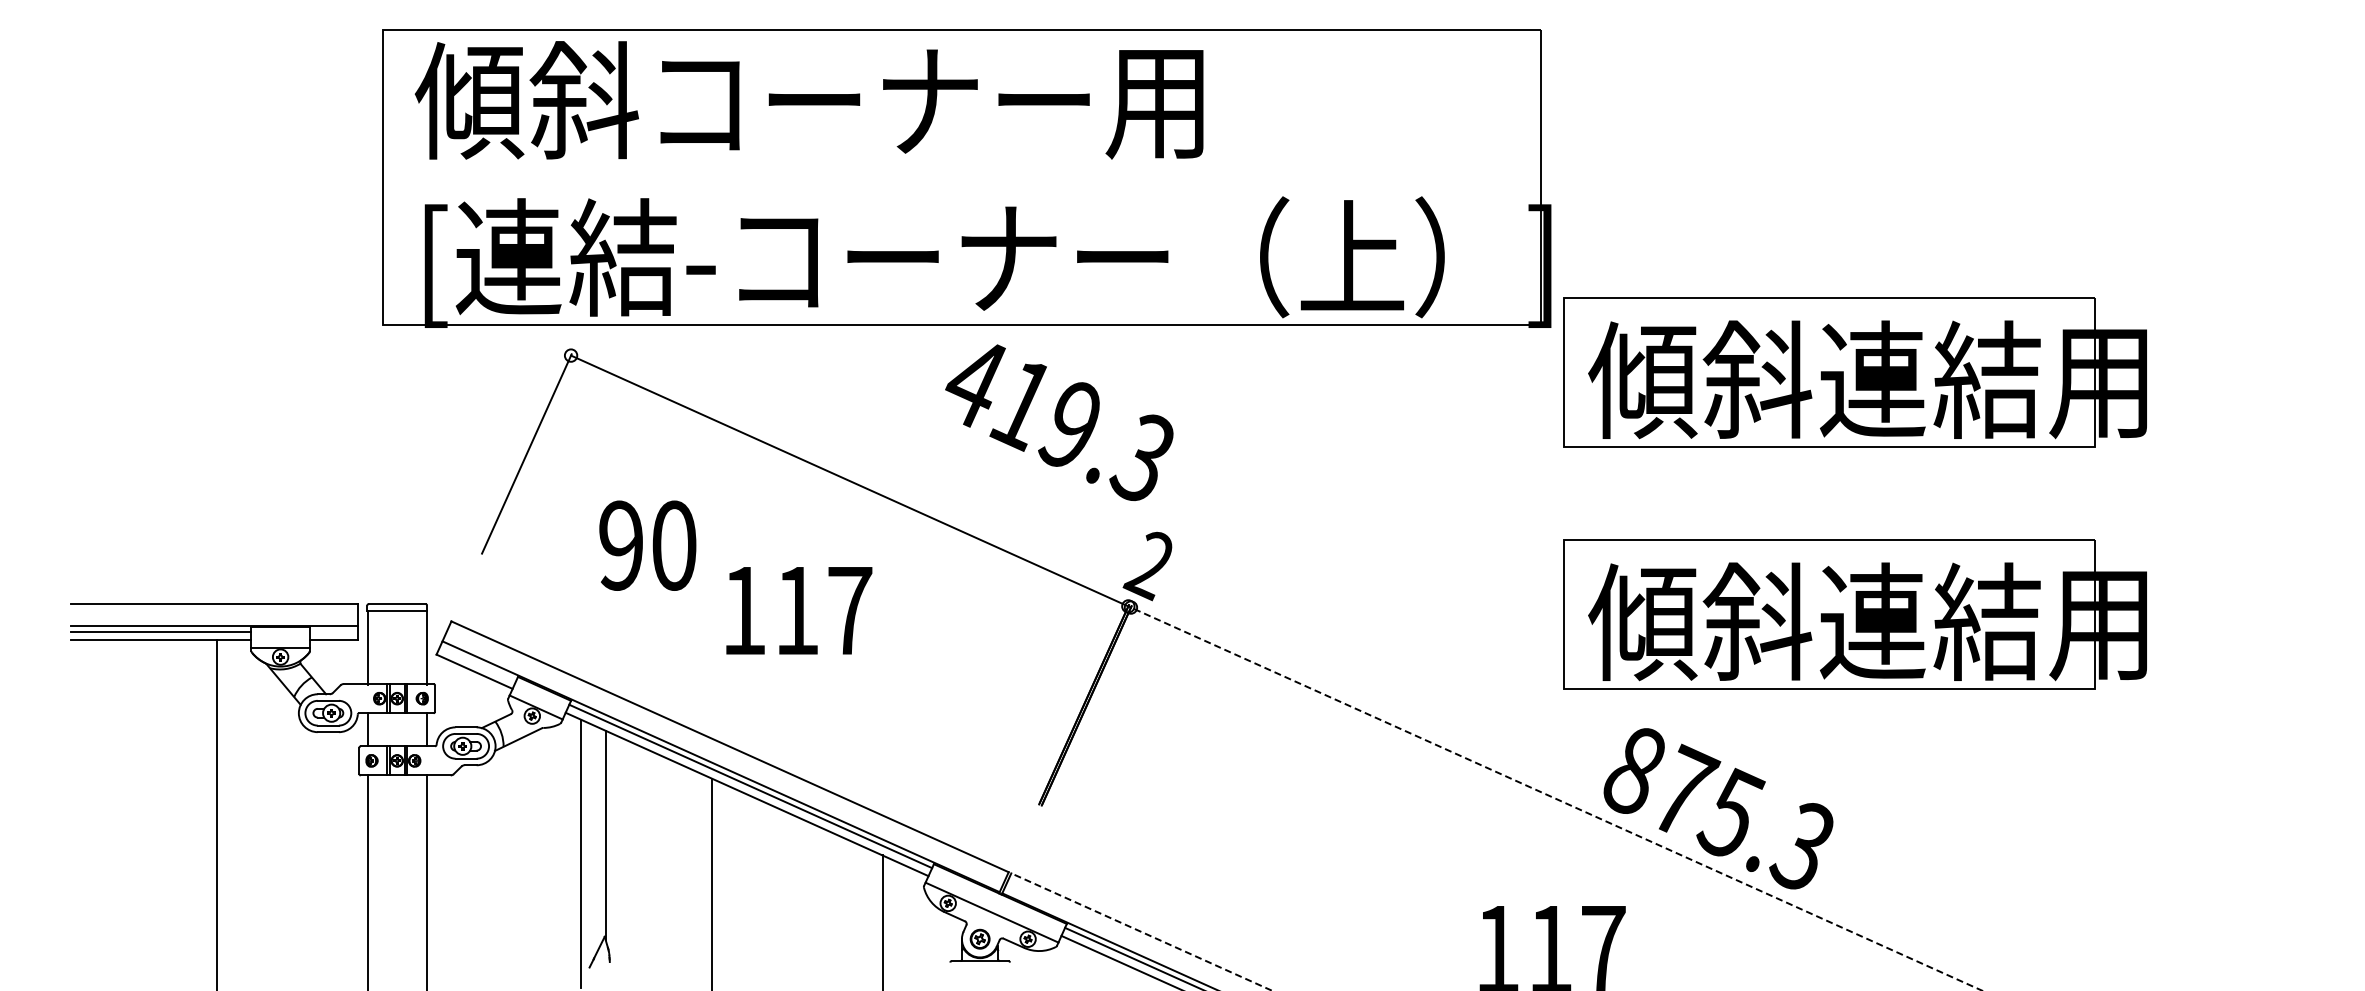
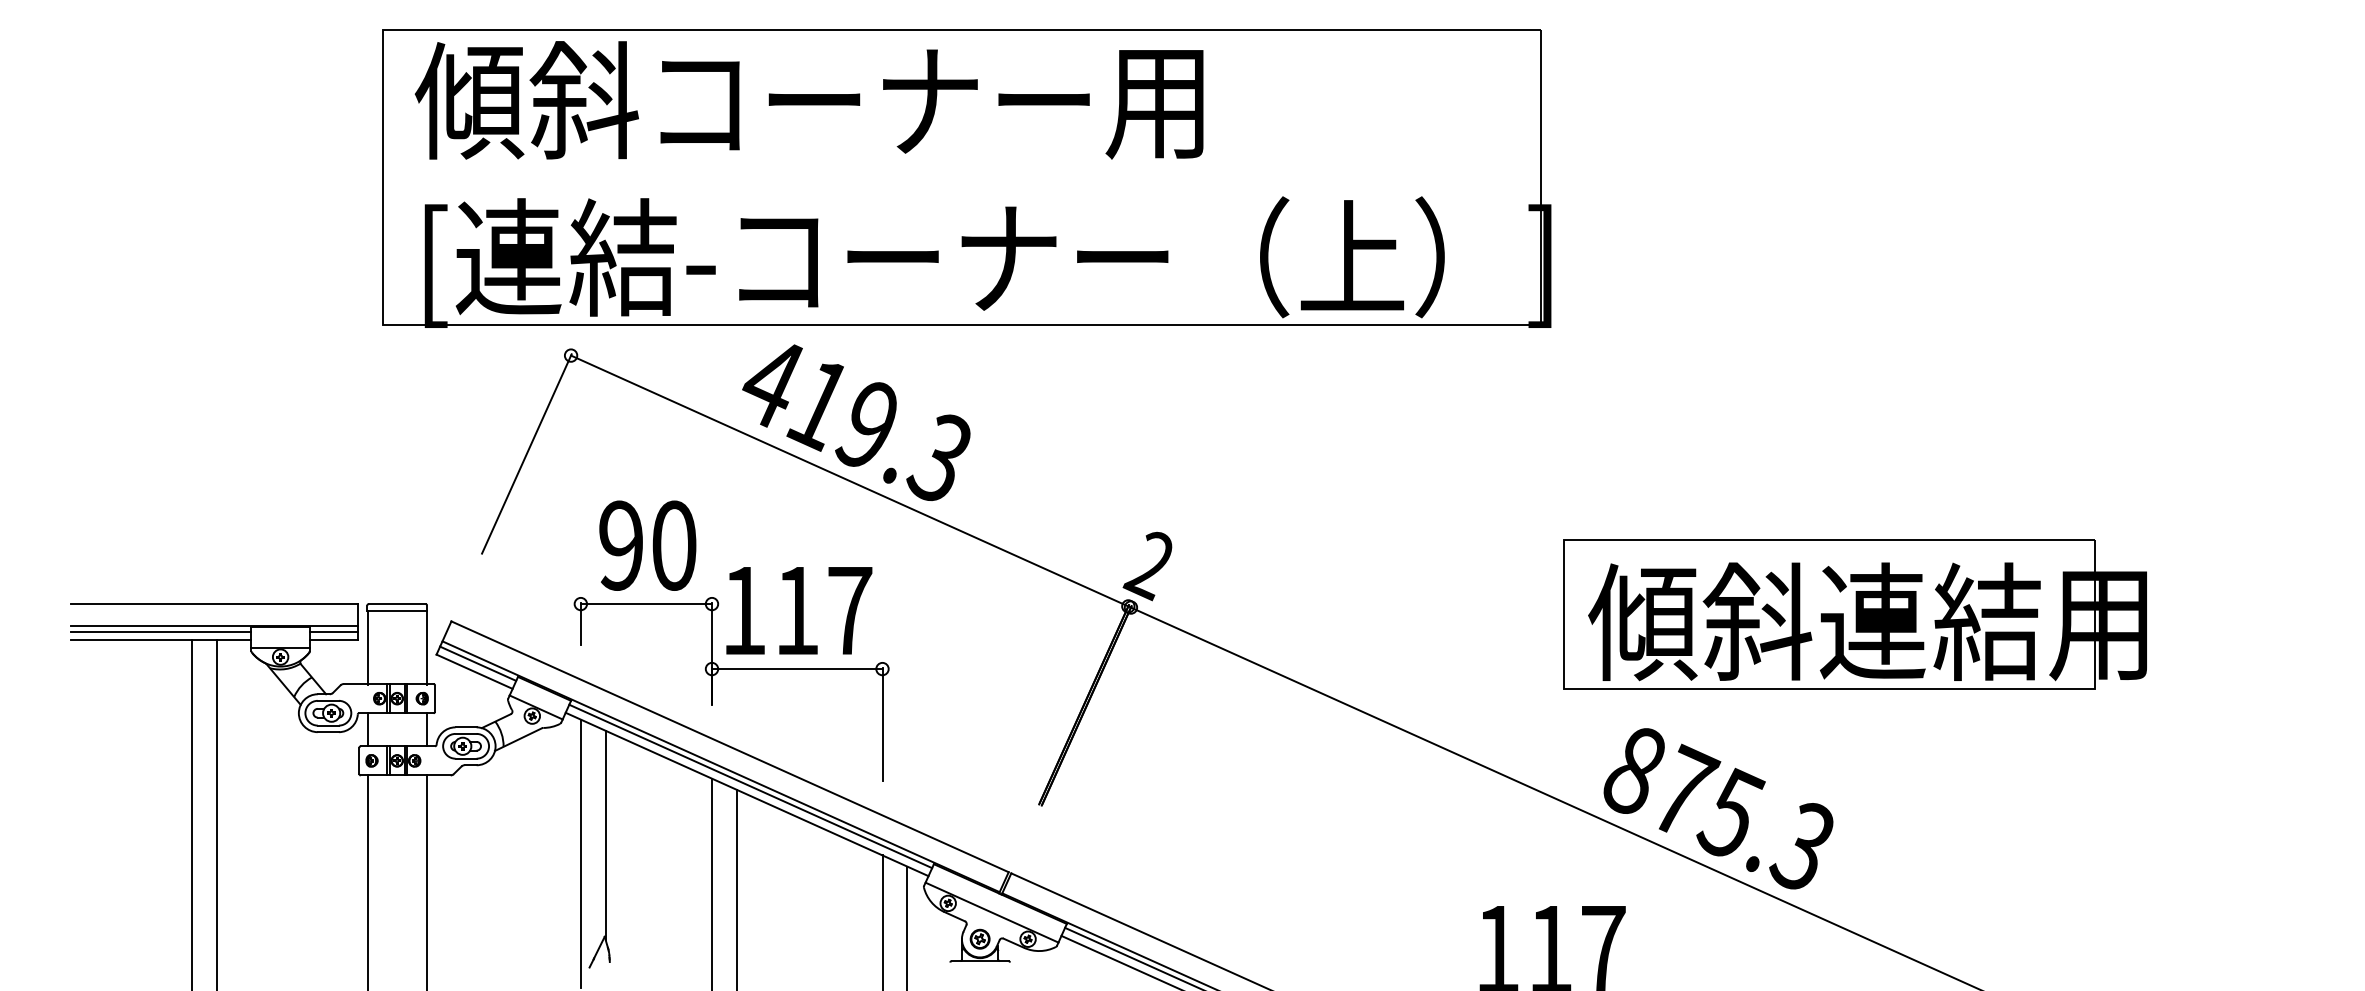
part at (1854, 372): present -> none
text at (1059, 422) position: (1059, 422) -> (856, 422)
line at (333, 631): none -> present
line at (478, 663): none -> present
part at (712, 689): none -> present
line at (1556, 799): dashed -> solid
line at (192, 813): none -> present
line at (736, 888): none -> present
line at (907, 926): none -> present
line at (1141, 932): dashed -> solid
